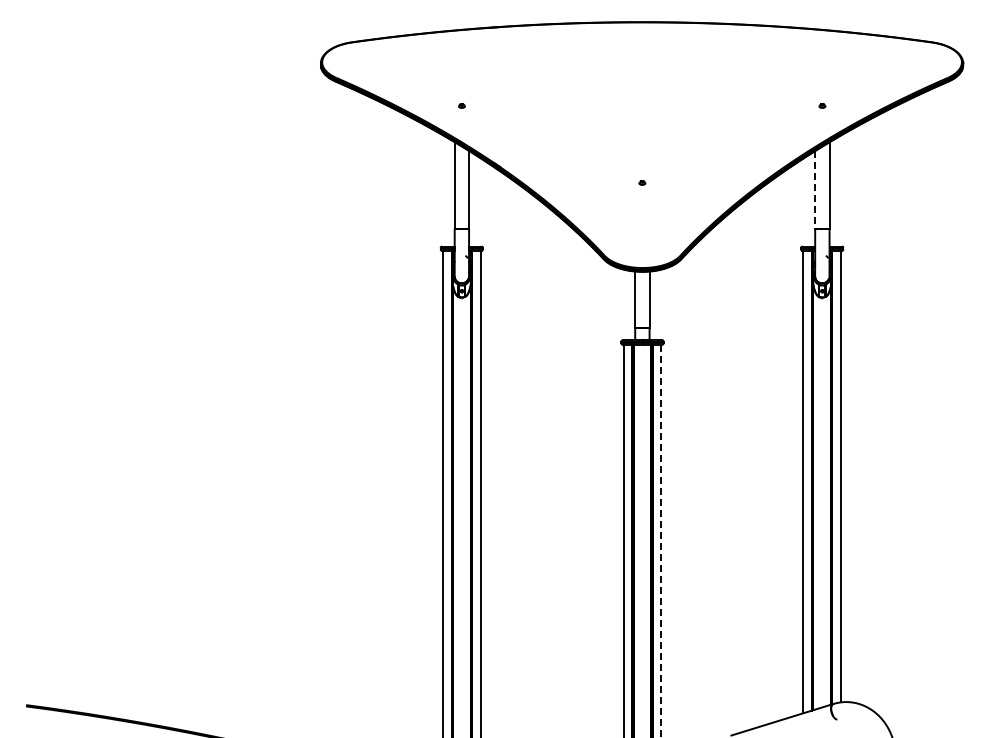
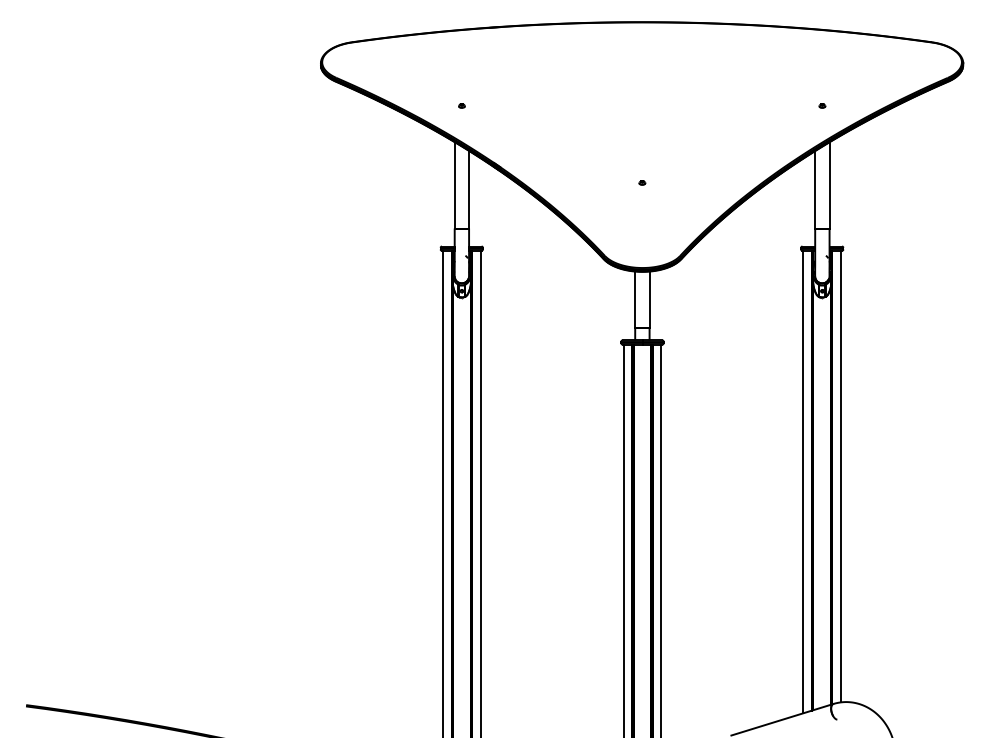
line at (815, 189): dashed -> solid
line at (661, 541): dashed -> solid
